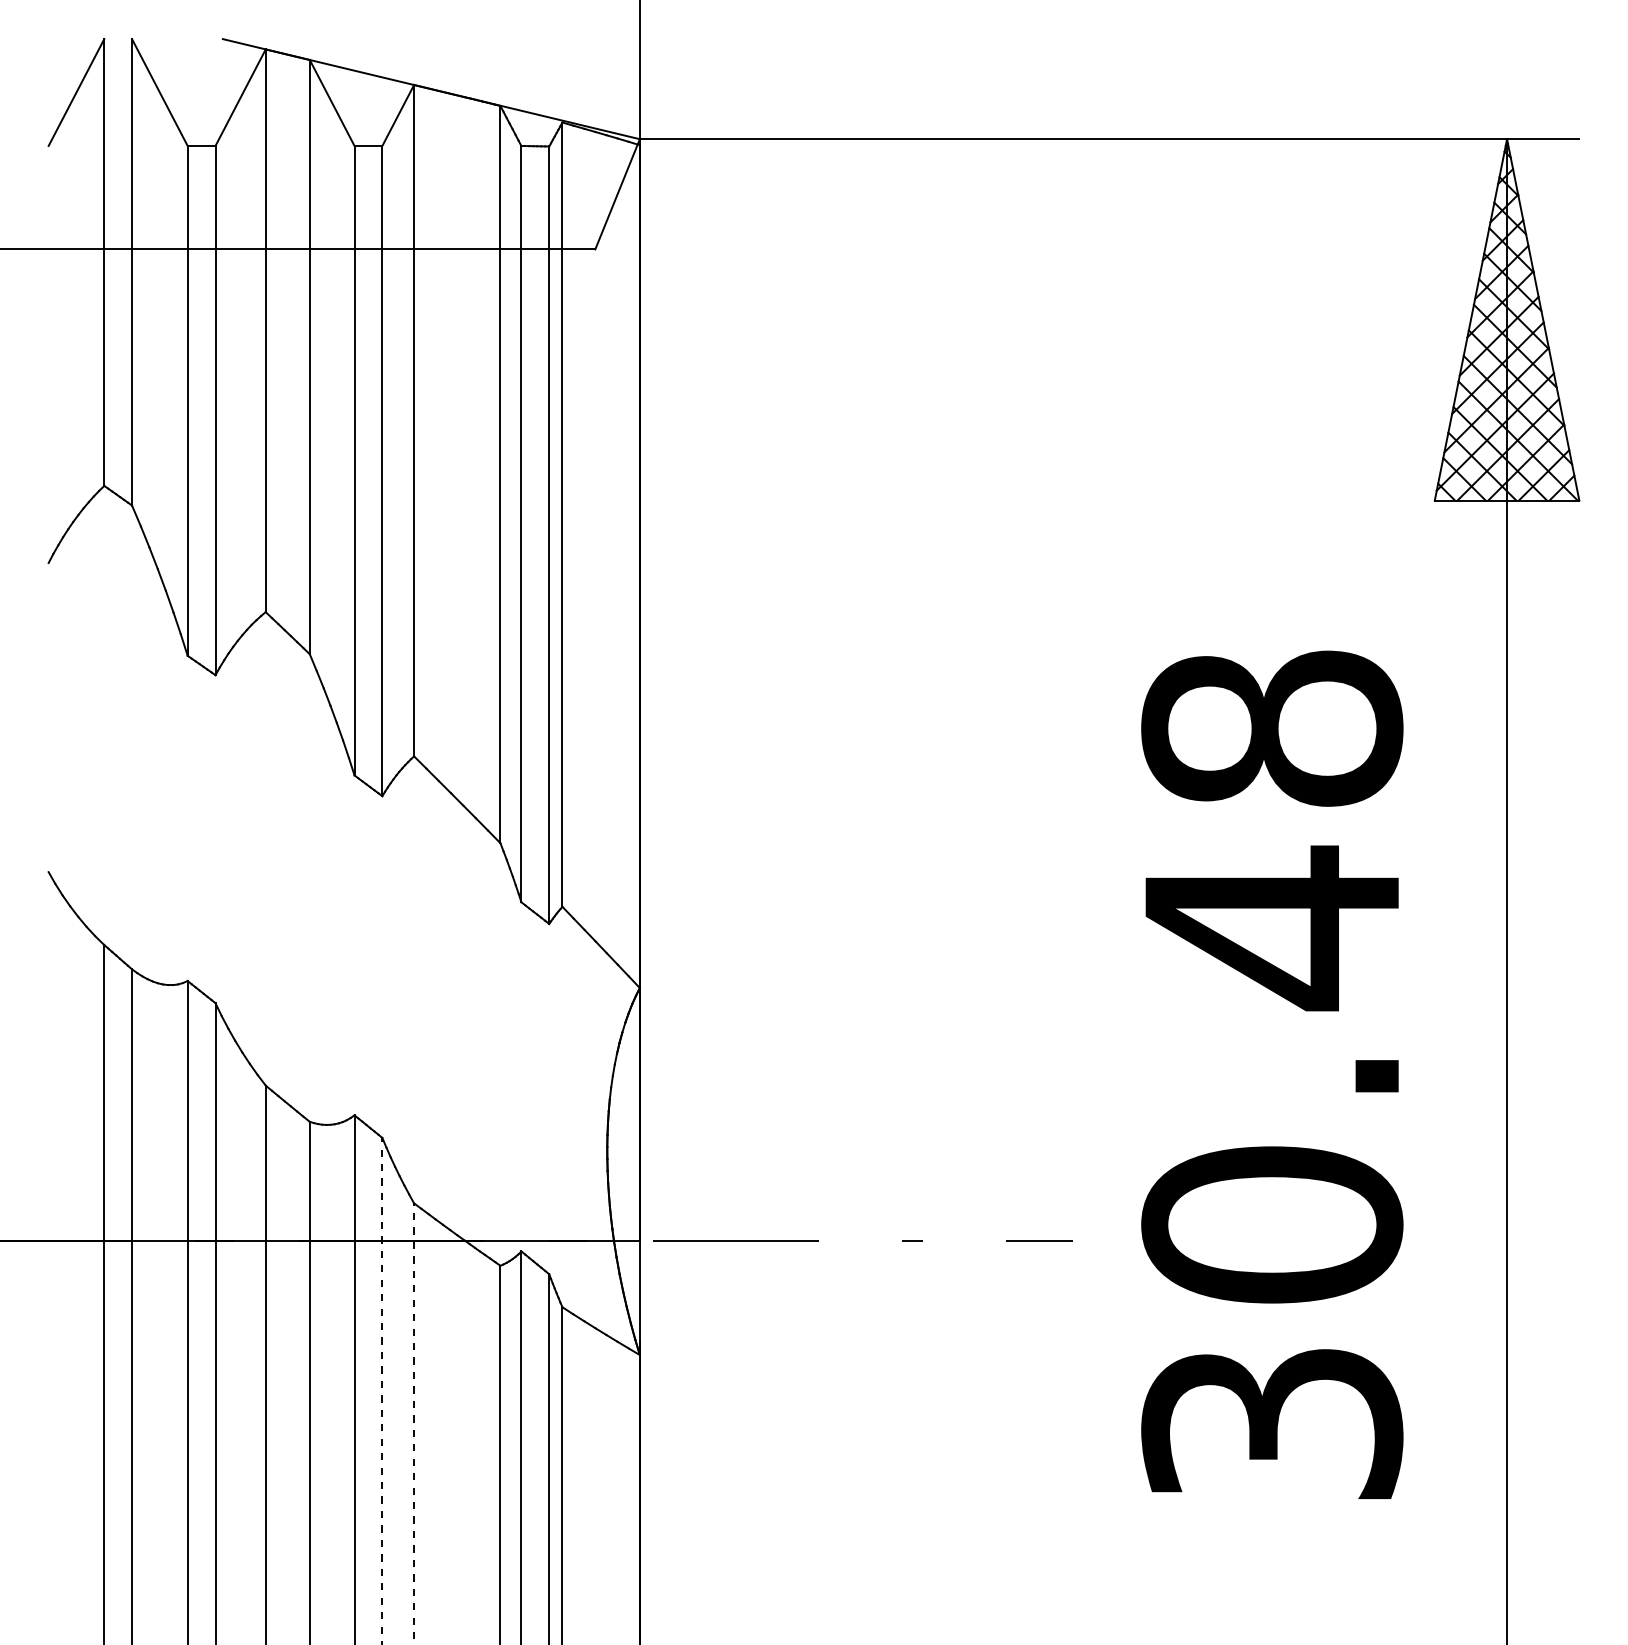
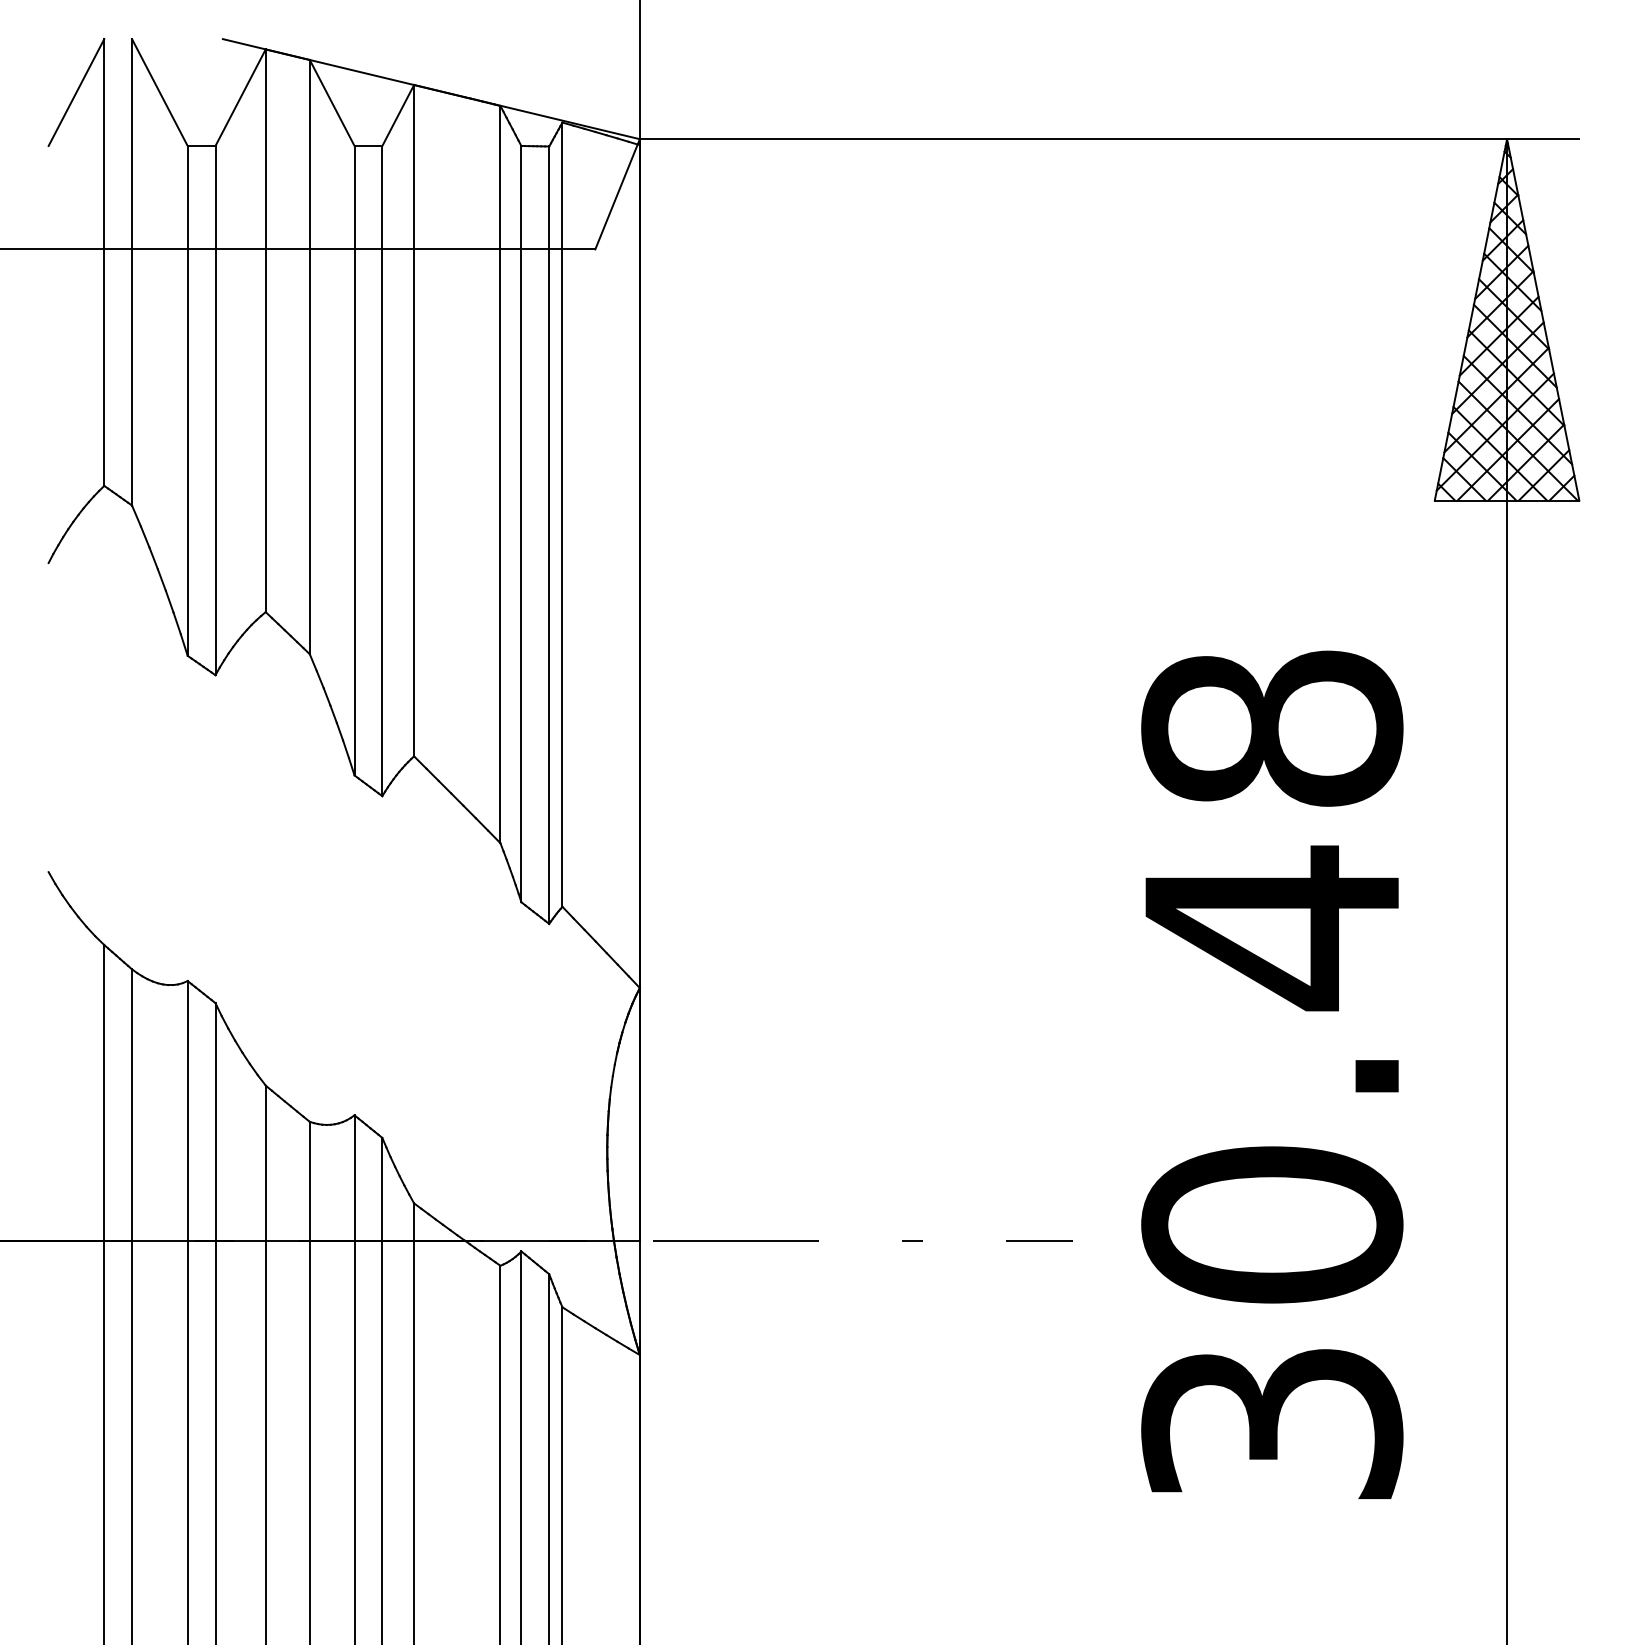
line at (382, 1390): dashed -> solid
line at (414, 1423): dashed -> solid
